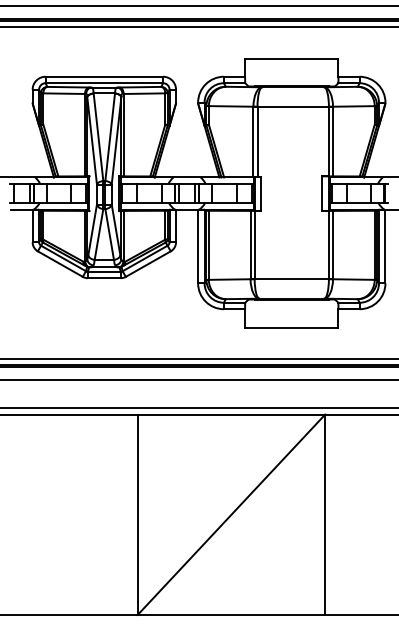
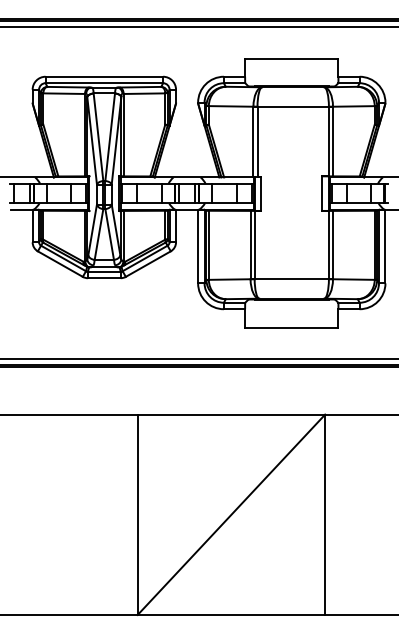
line at (198, 6): present -> none
line at (198, 379): present -> none
line at (198, 408): present -> none
